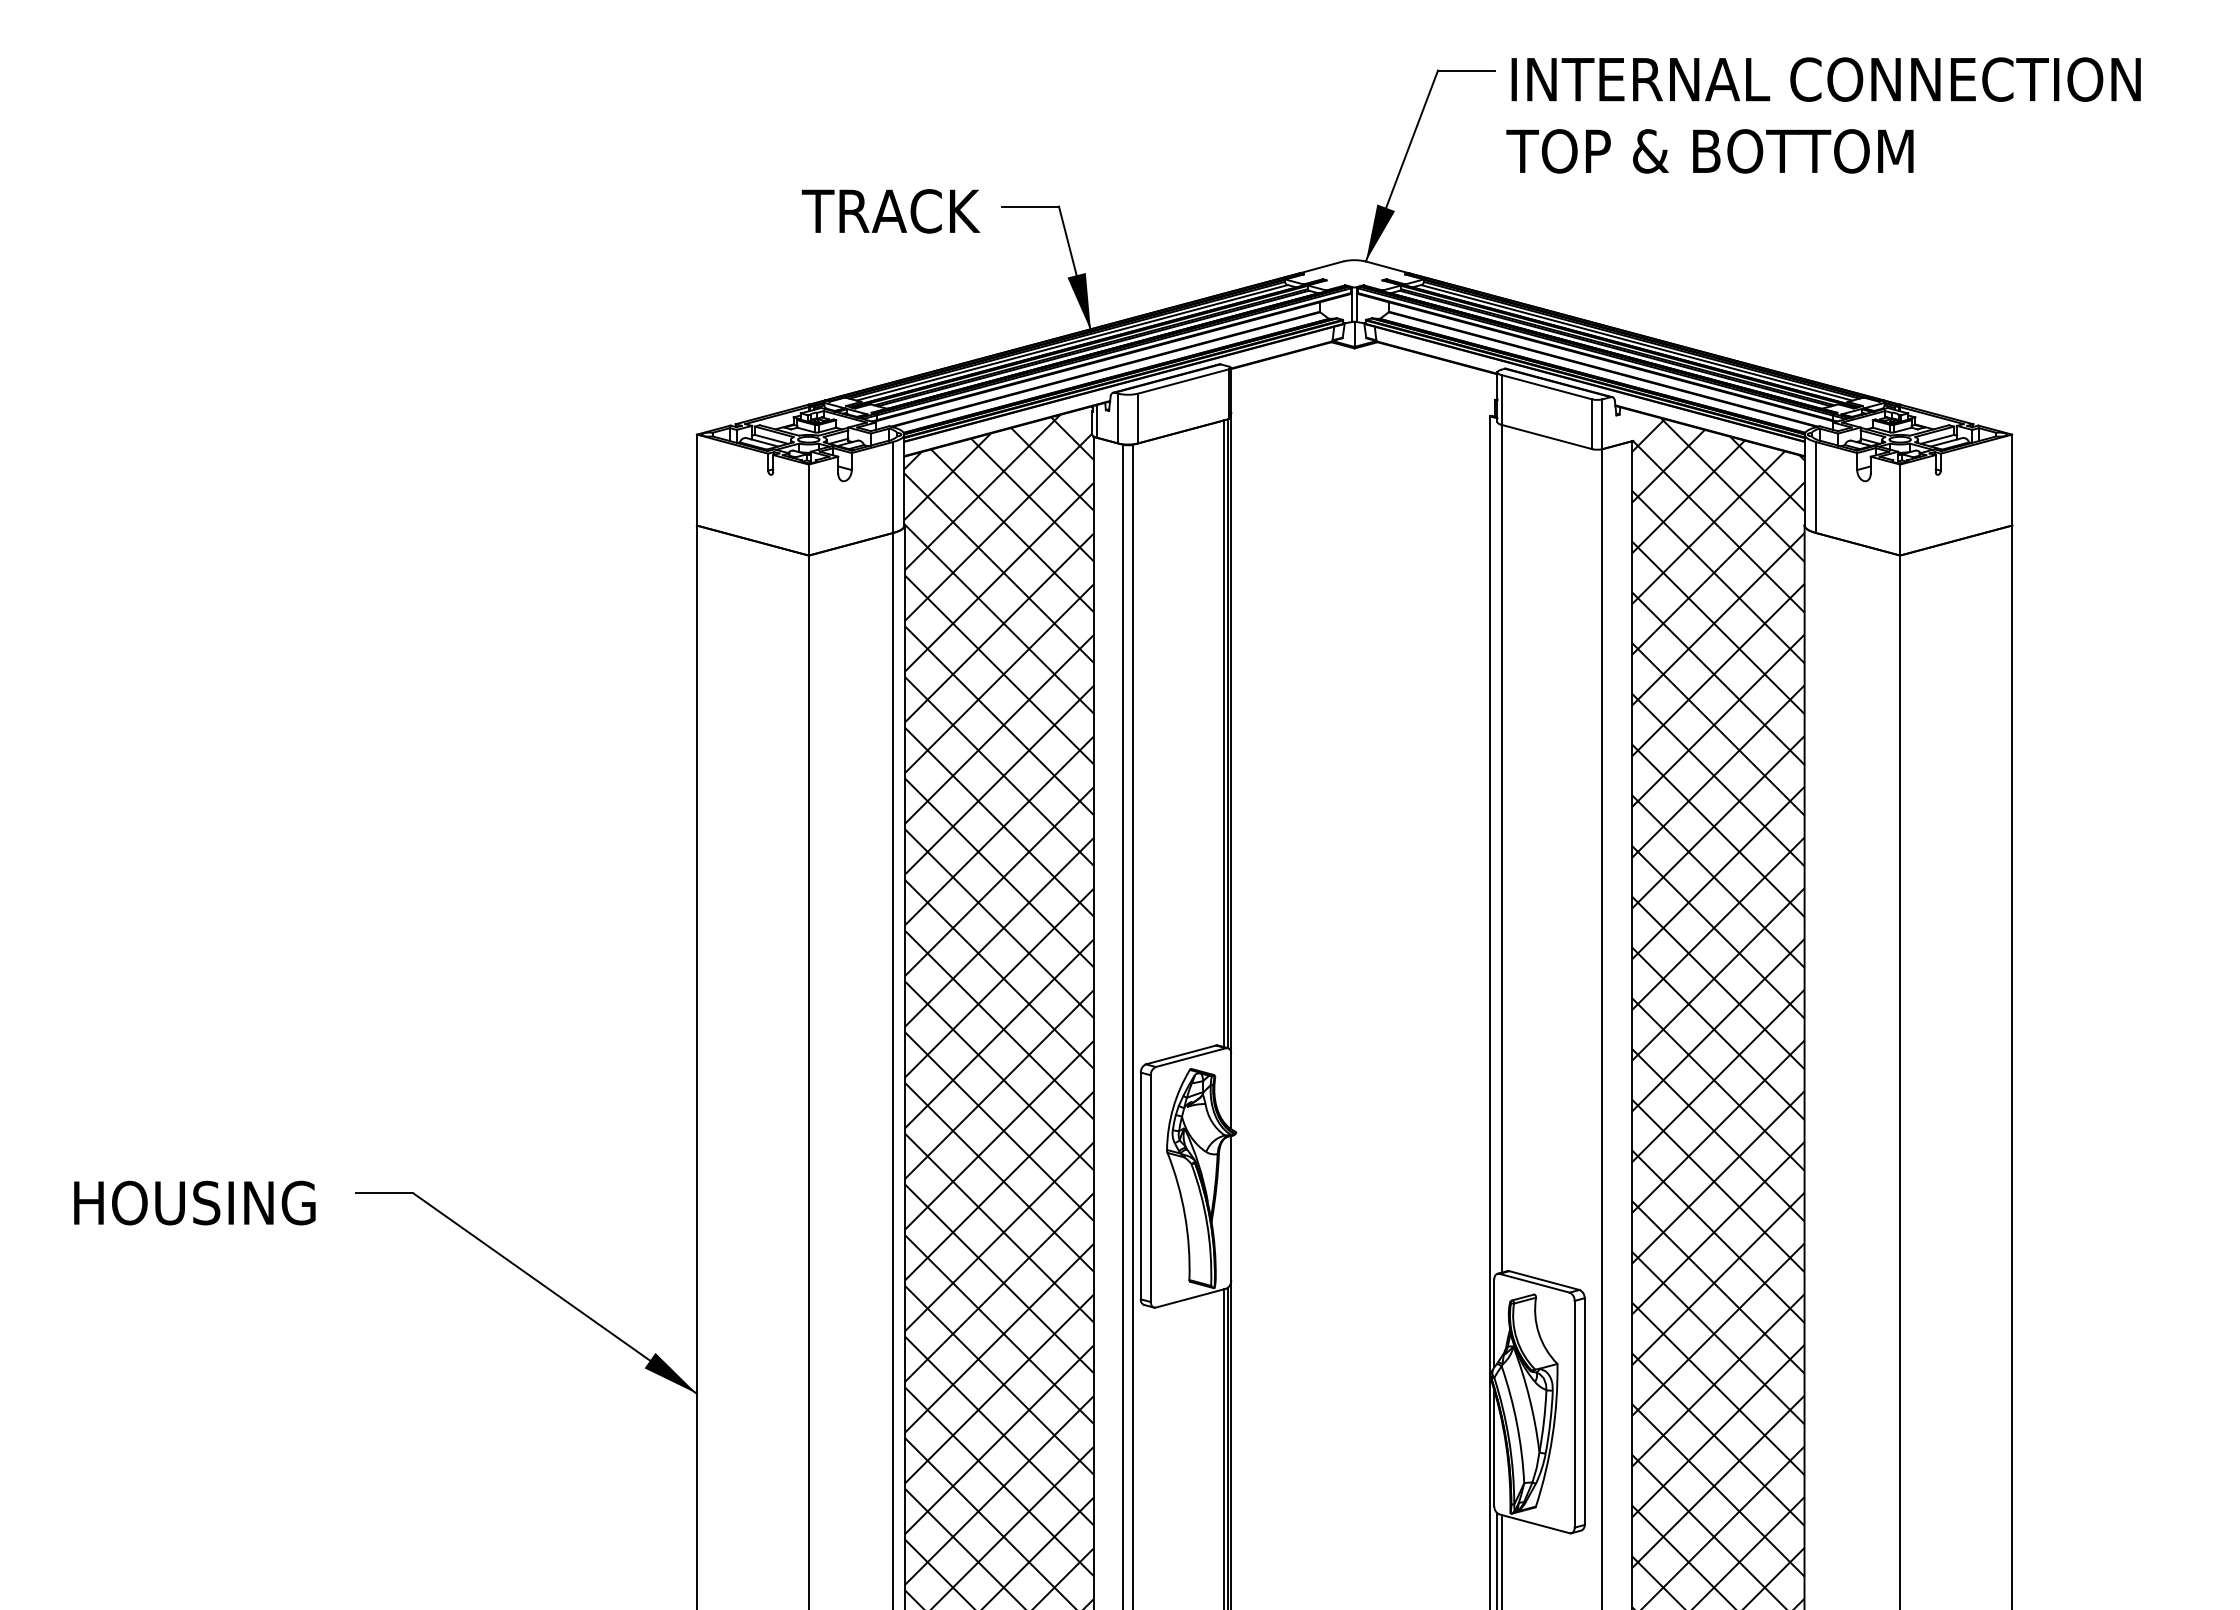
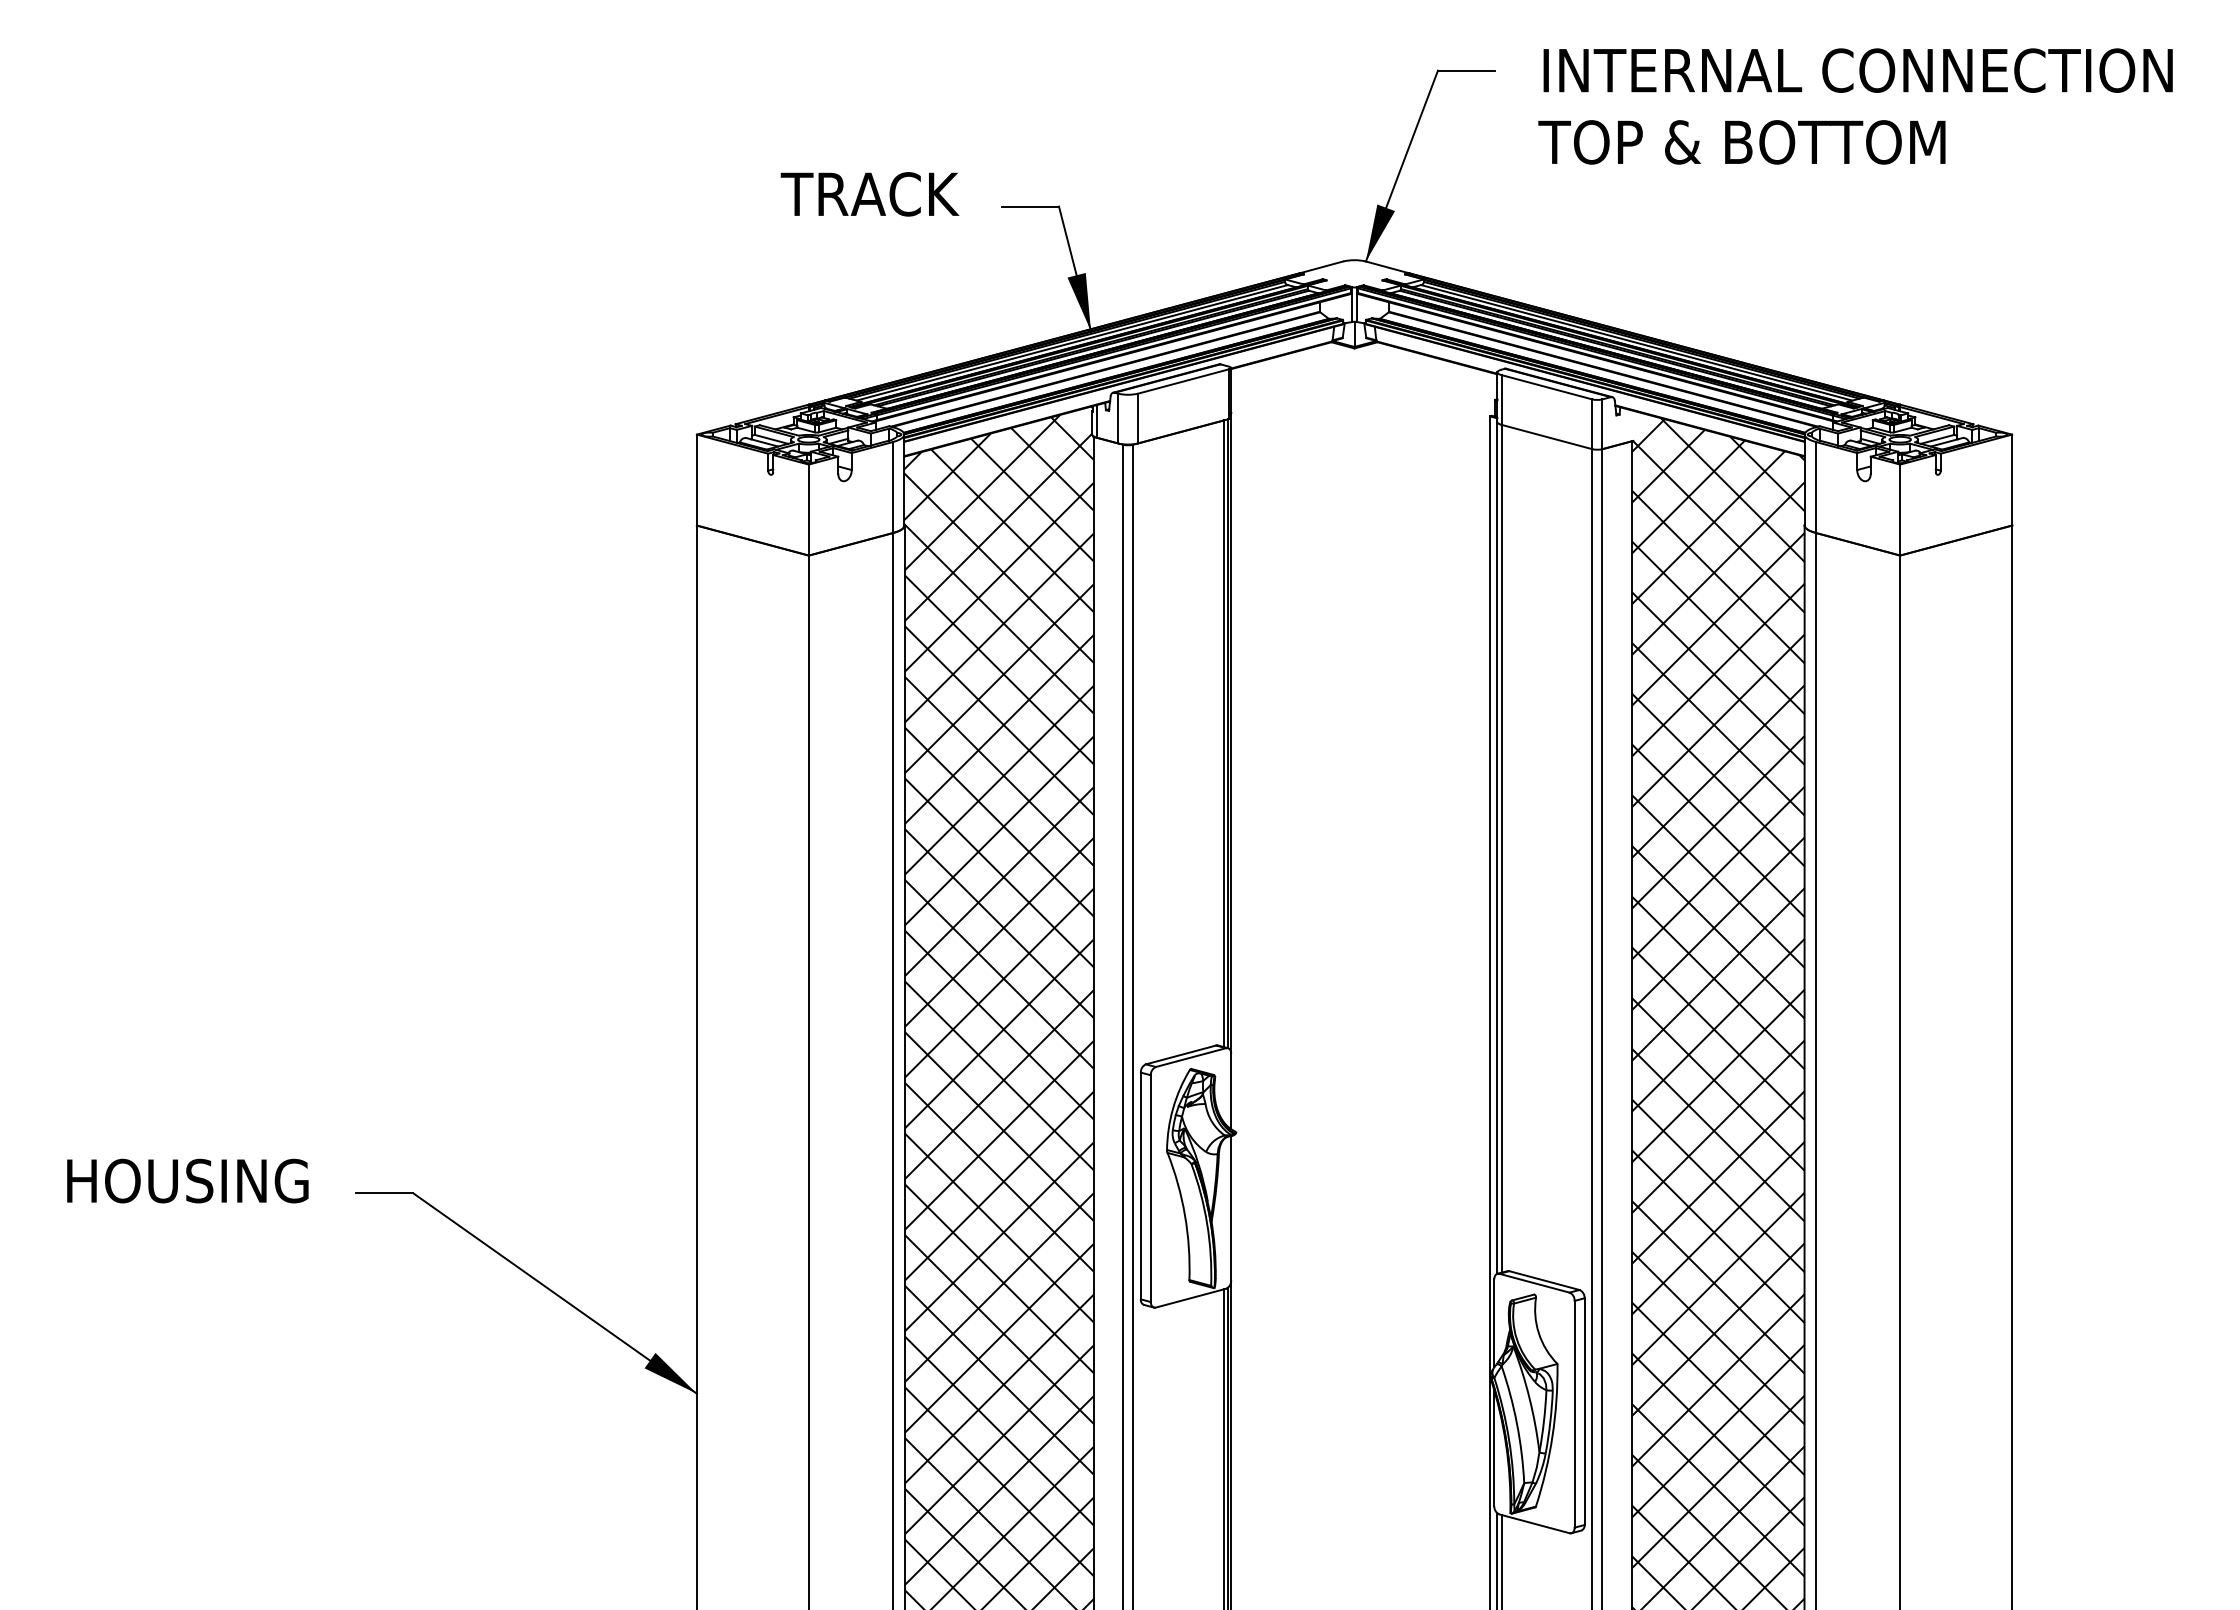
text at (1823, 115) position: (1823, 115) -> (1855, 106)
text at (890, 211) position: (890, 211) -> (869, 194)
line at (1497, 847): none -> present
line at (1592, 1027): none -> present
line at (1815, 1069): none -> present
text at (194, 1202) position: (194, 1202) -> (187, 1180)
